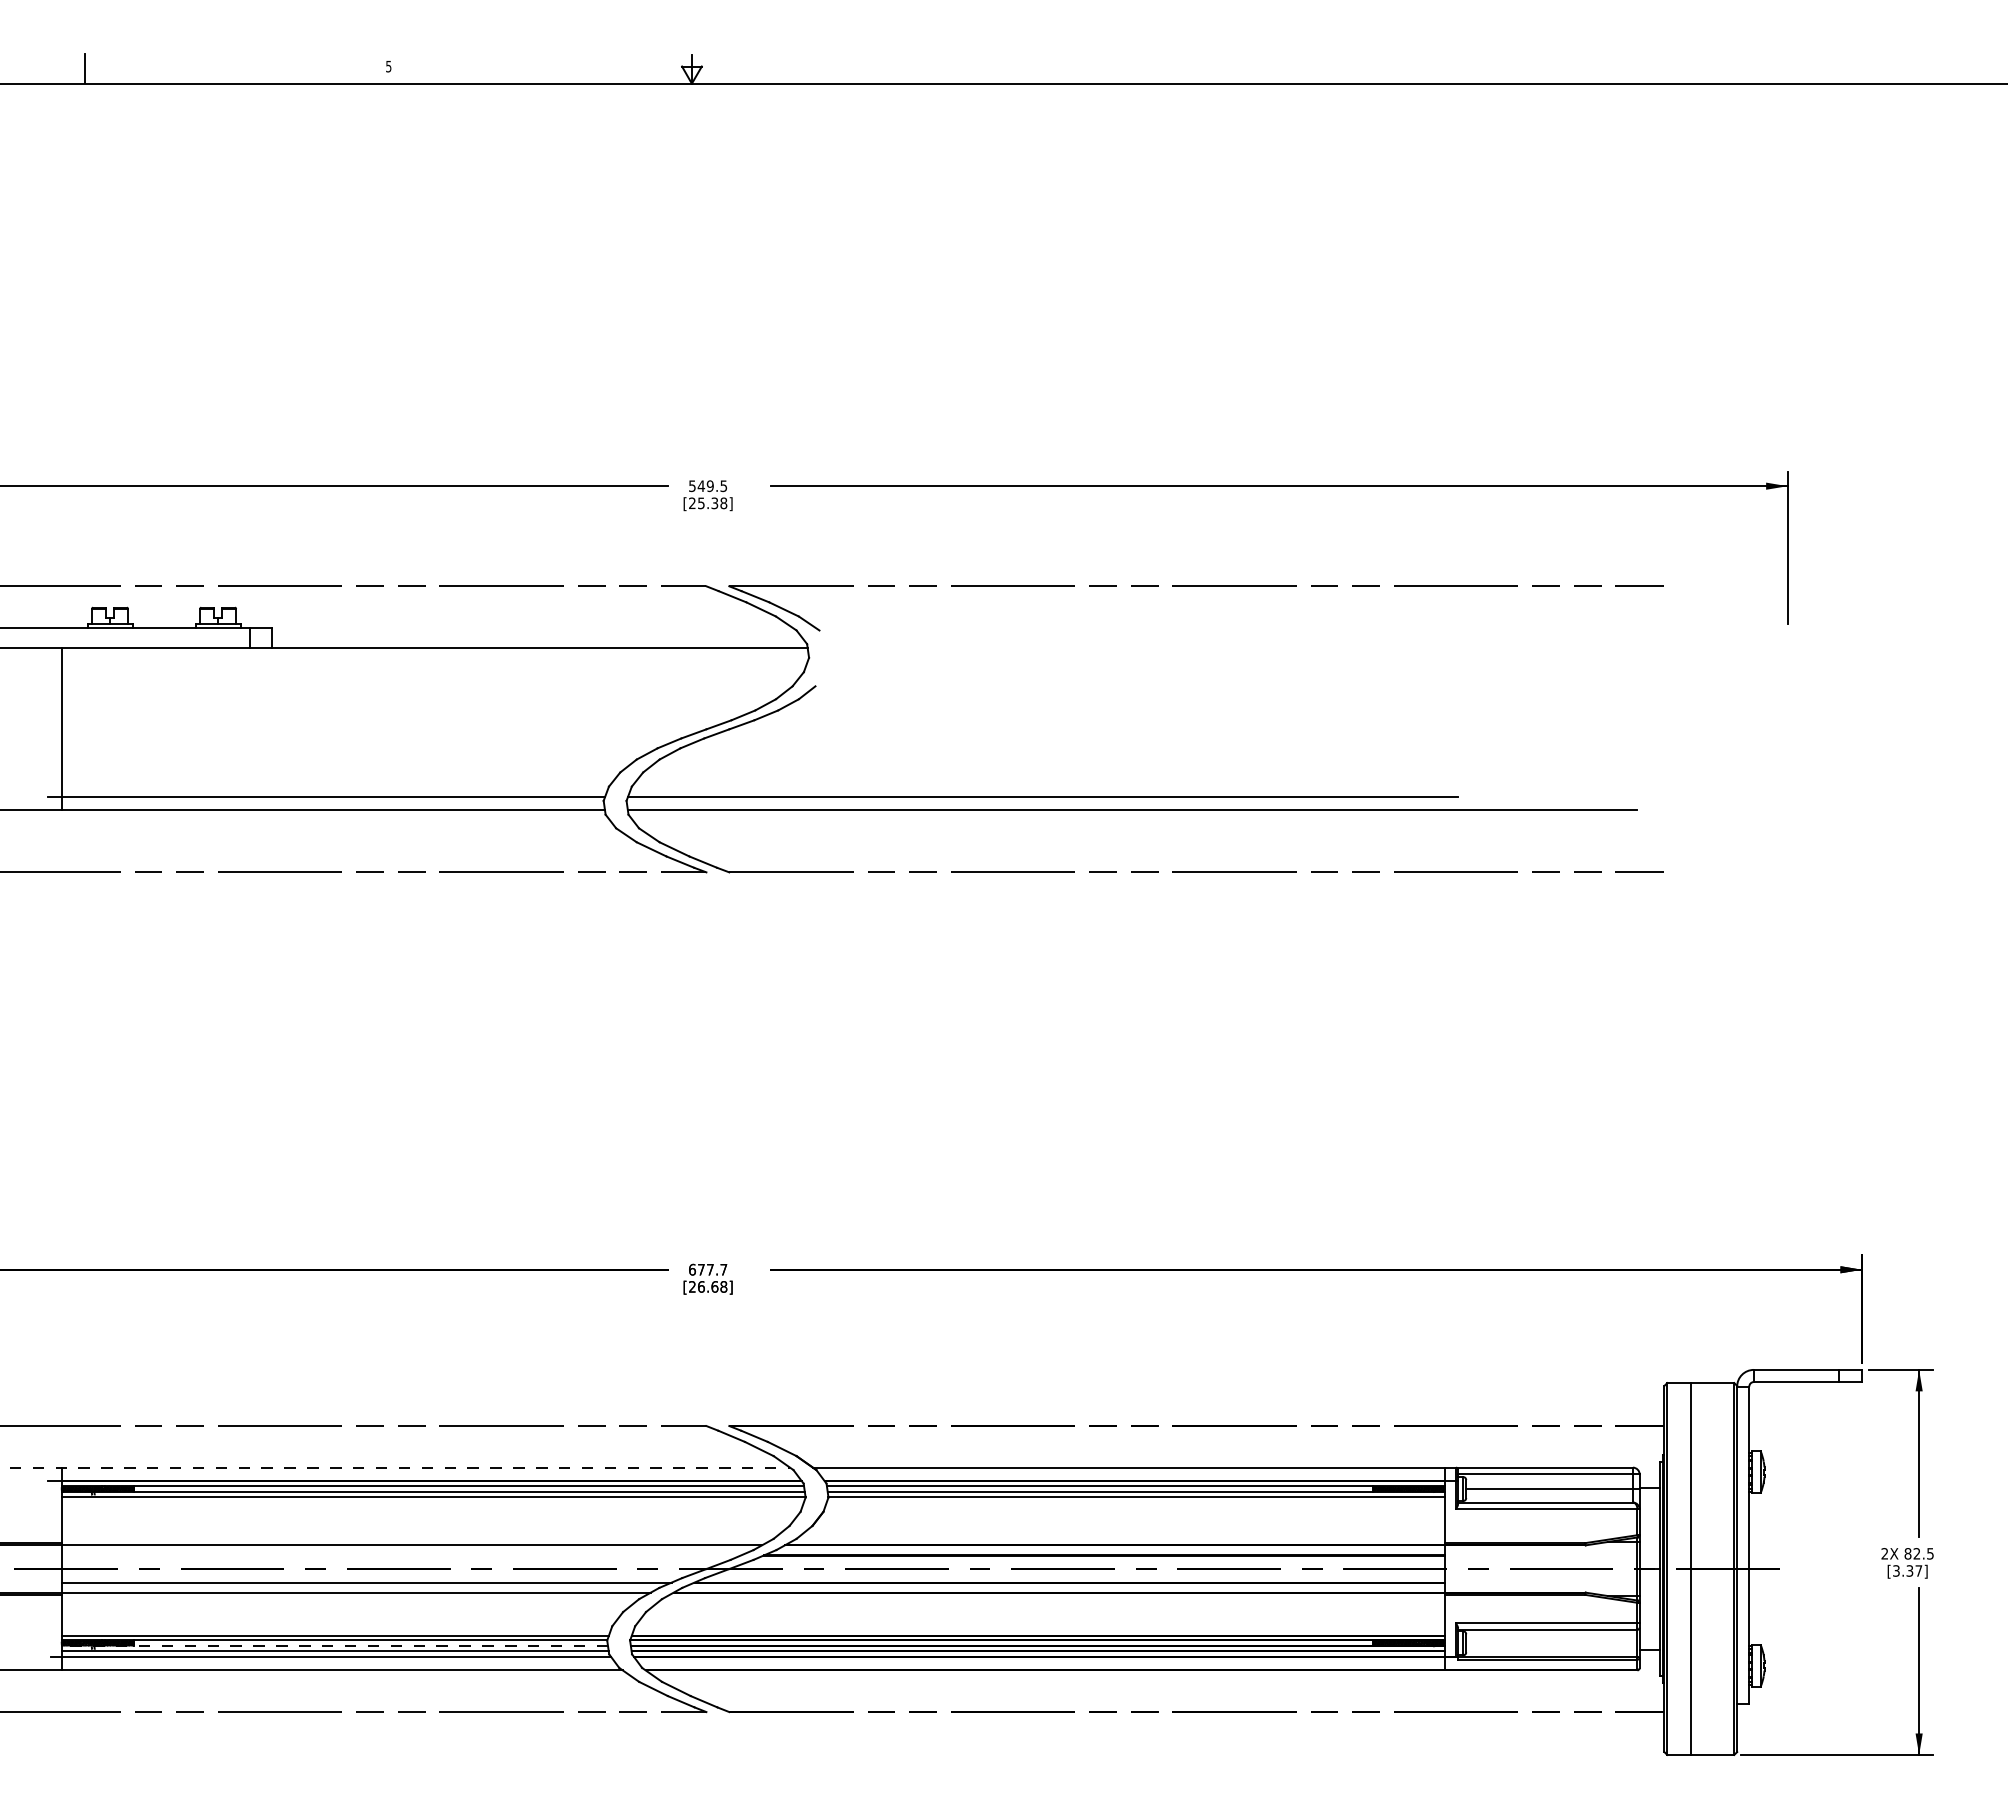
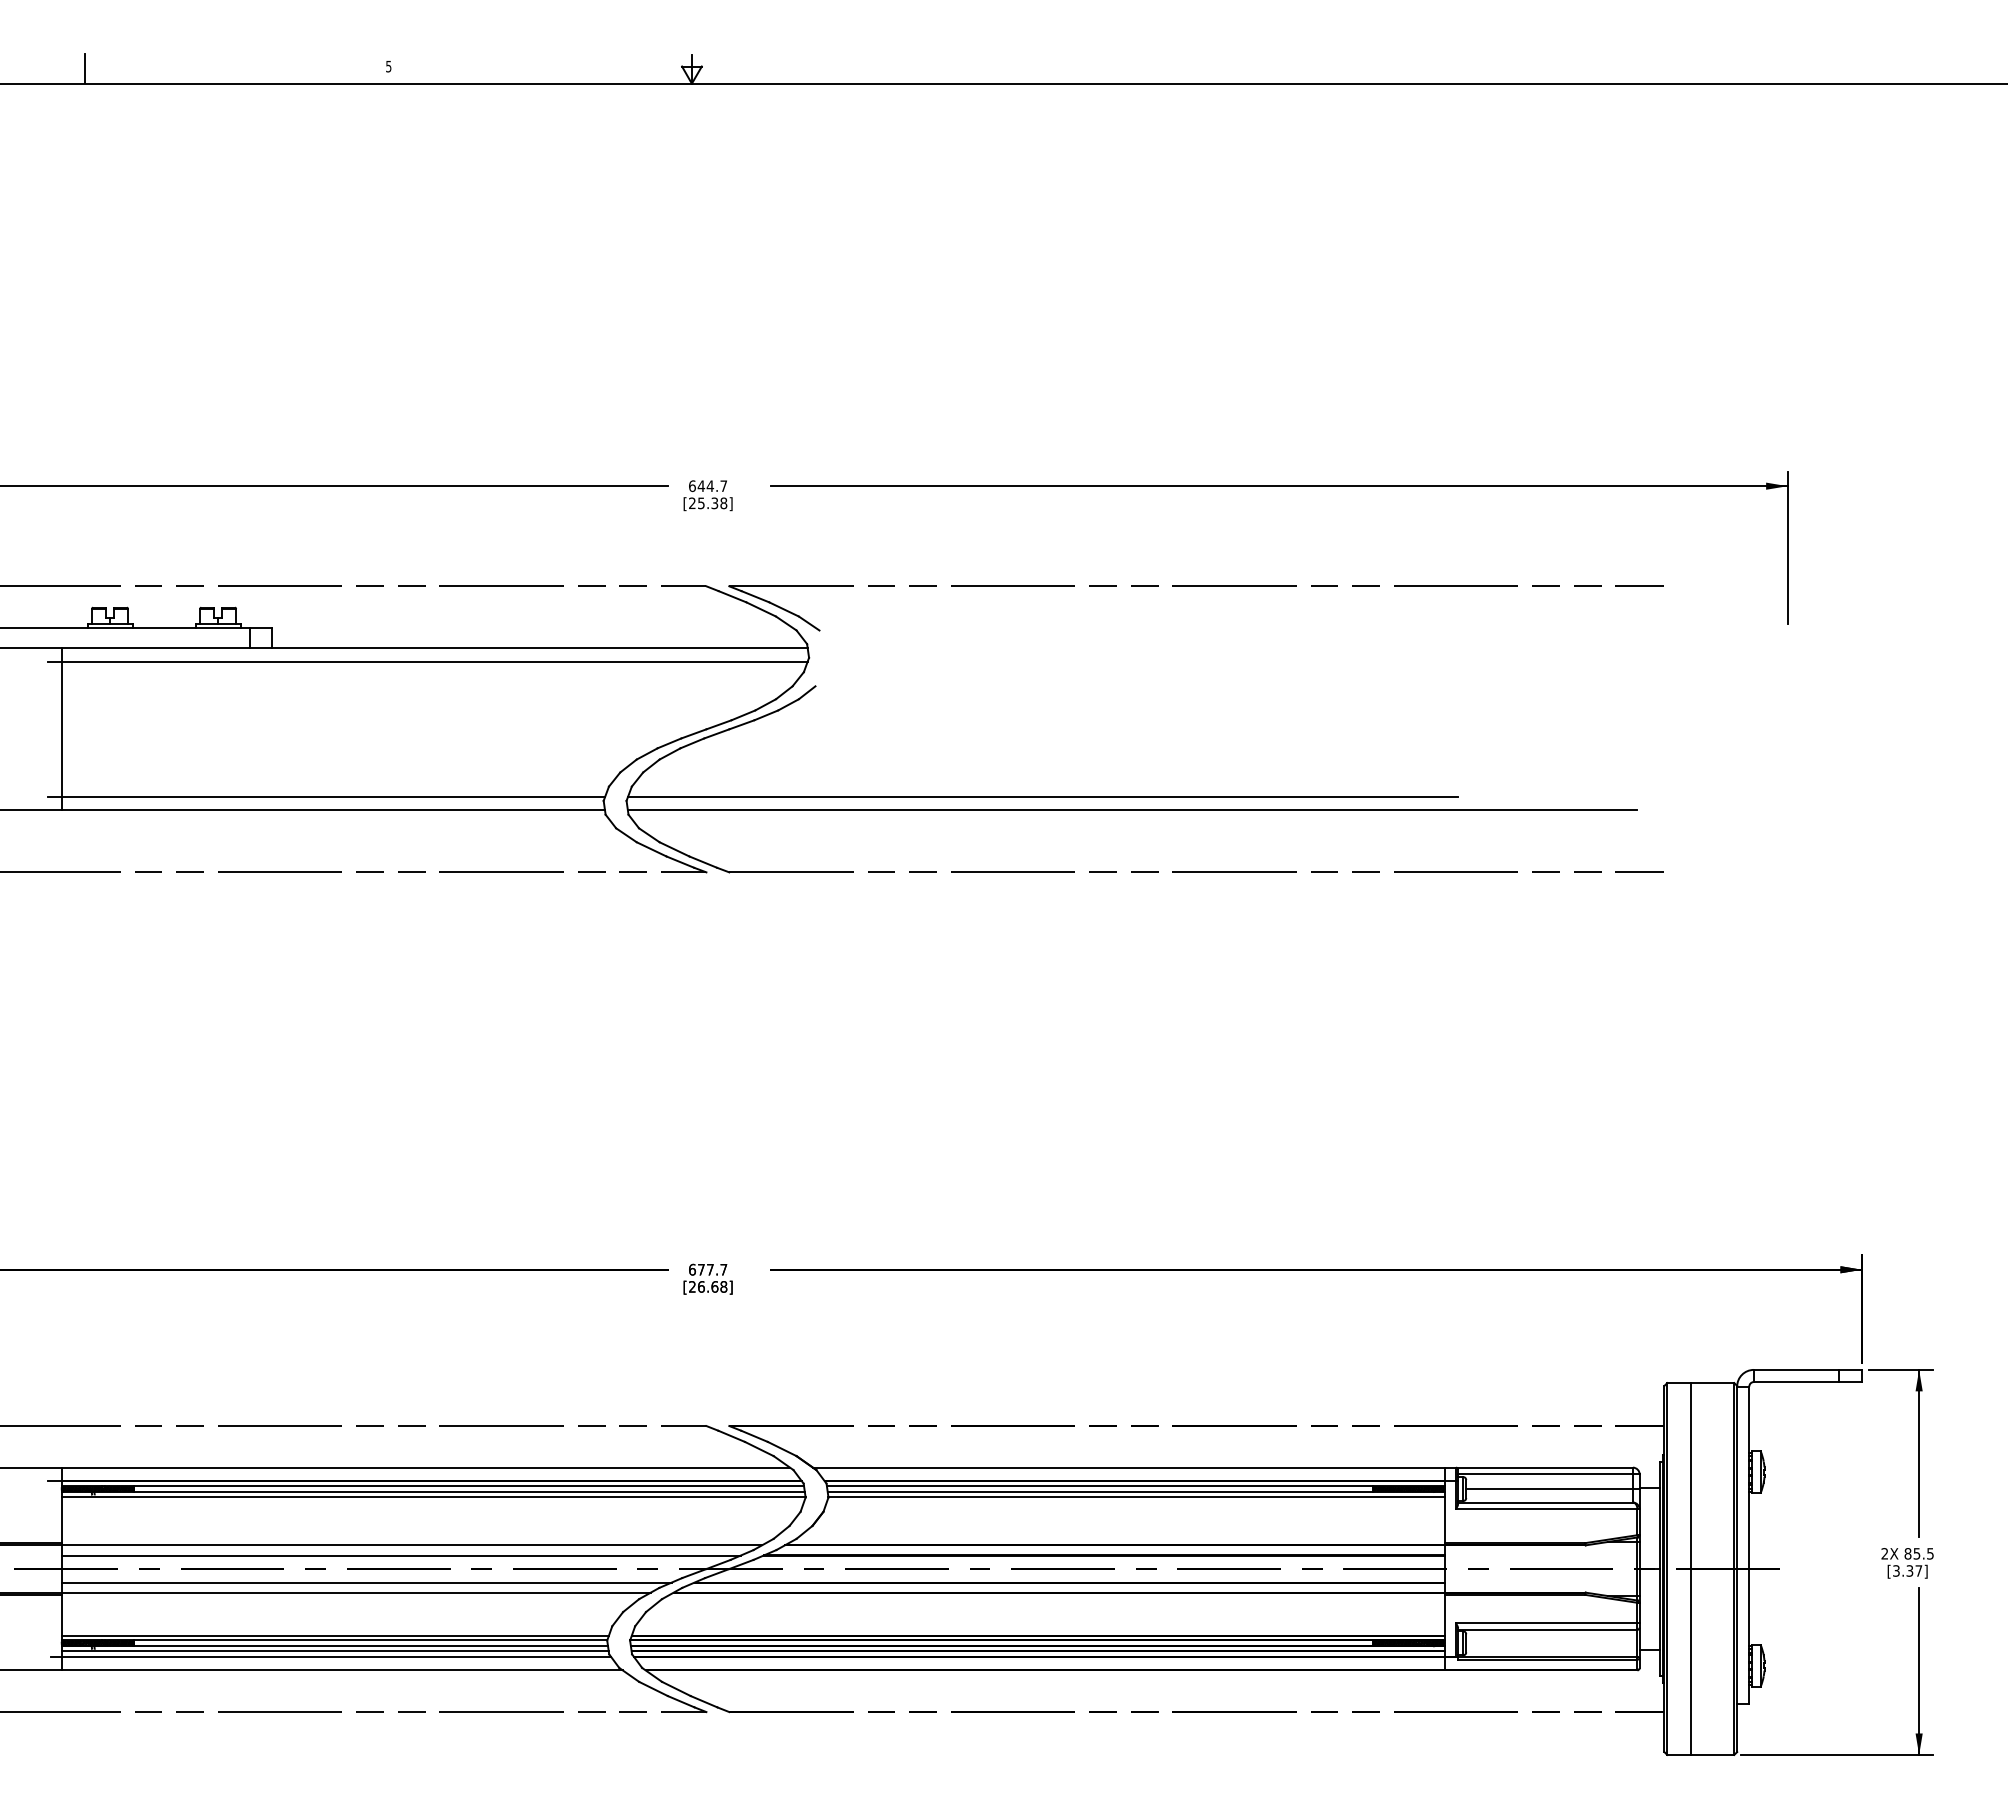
text at (708, 486): 549.5 -> 644.7
line at (427, 661): none -> present
line at (395, 1467): dashed -> solid
text at (1916, 1553): 82.5 -> 85.5
line at (400, 1555): none -> present
line at (334, 1646): dashed -> solid
